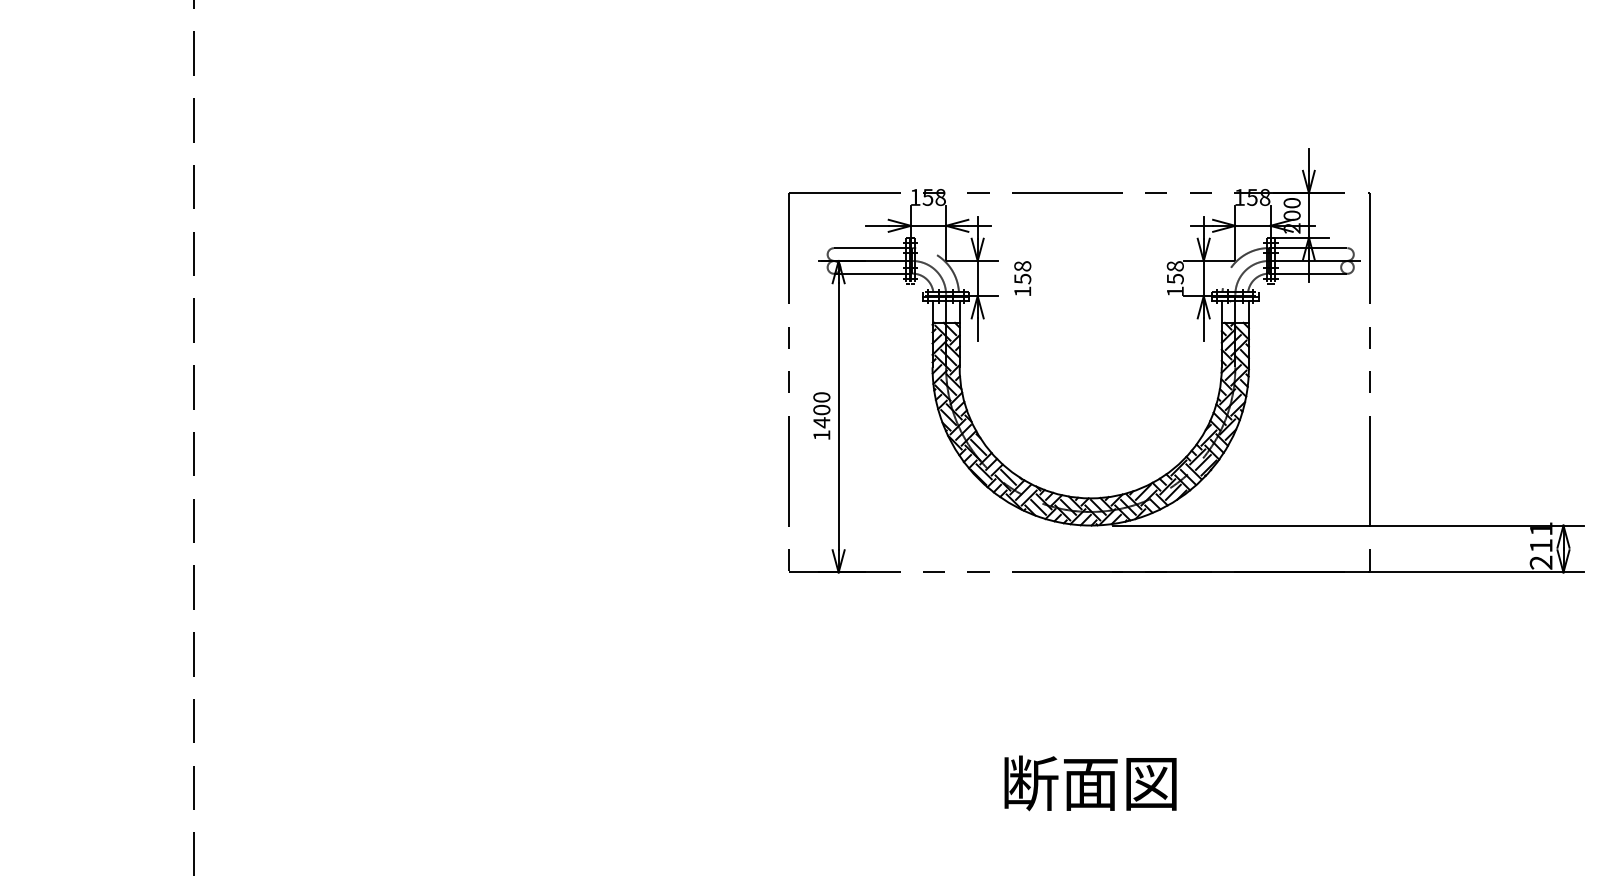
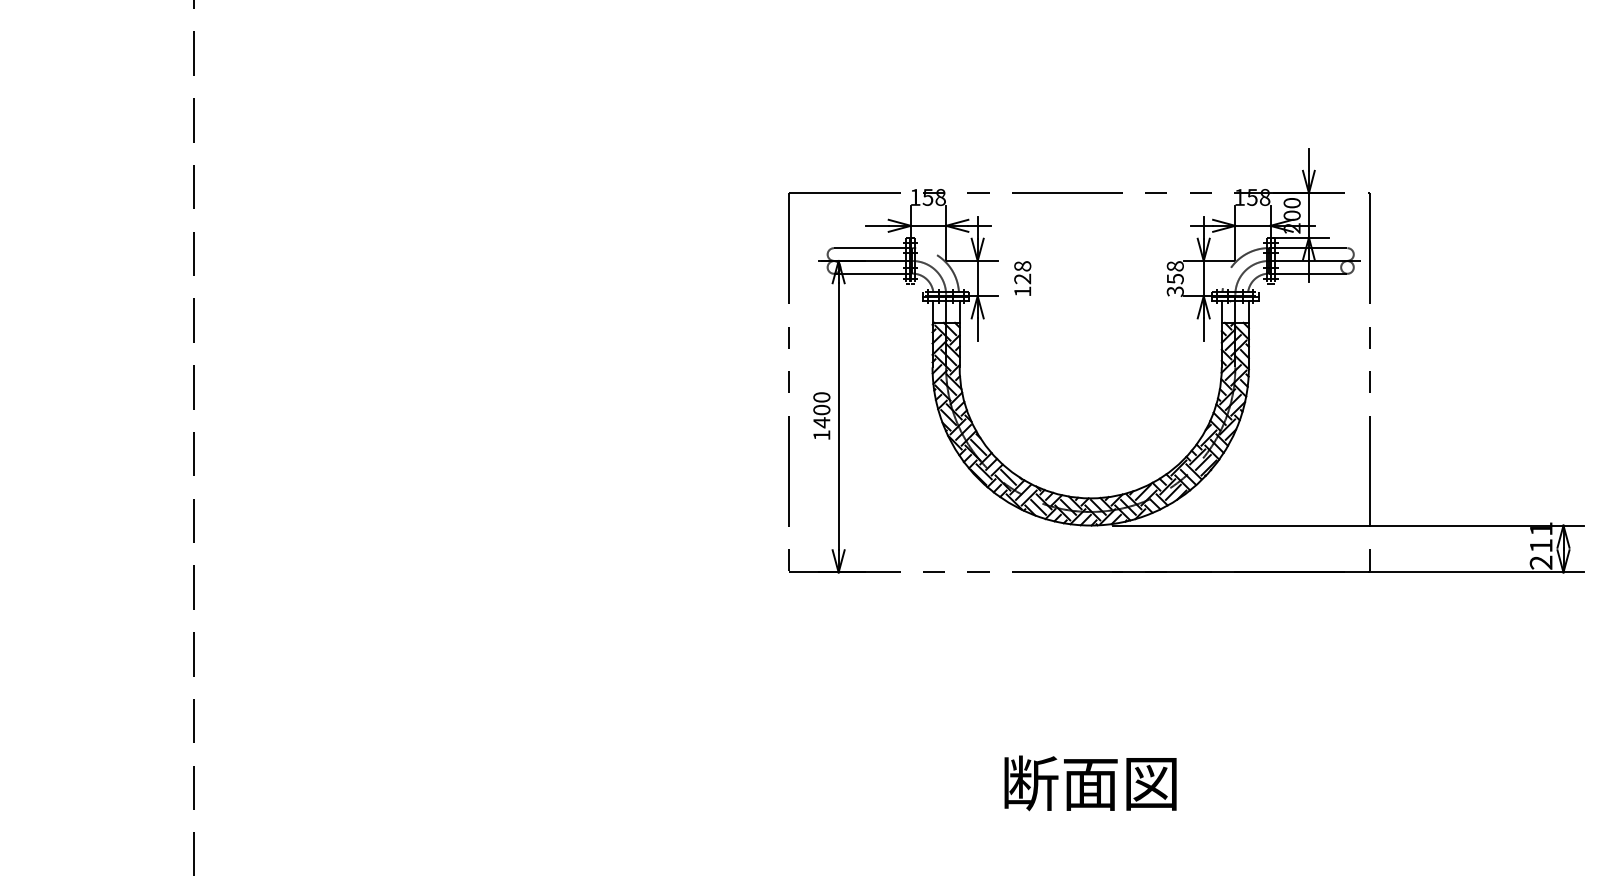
text at (1022, 278): 158 -> 128
text at (1174, 291): 158 -> 358
